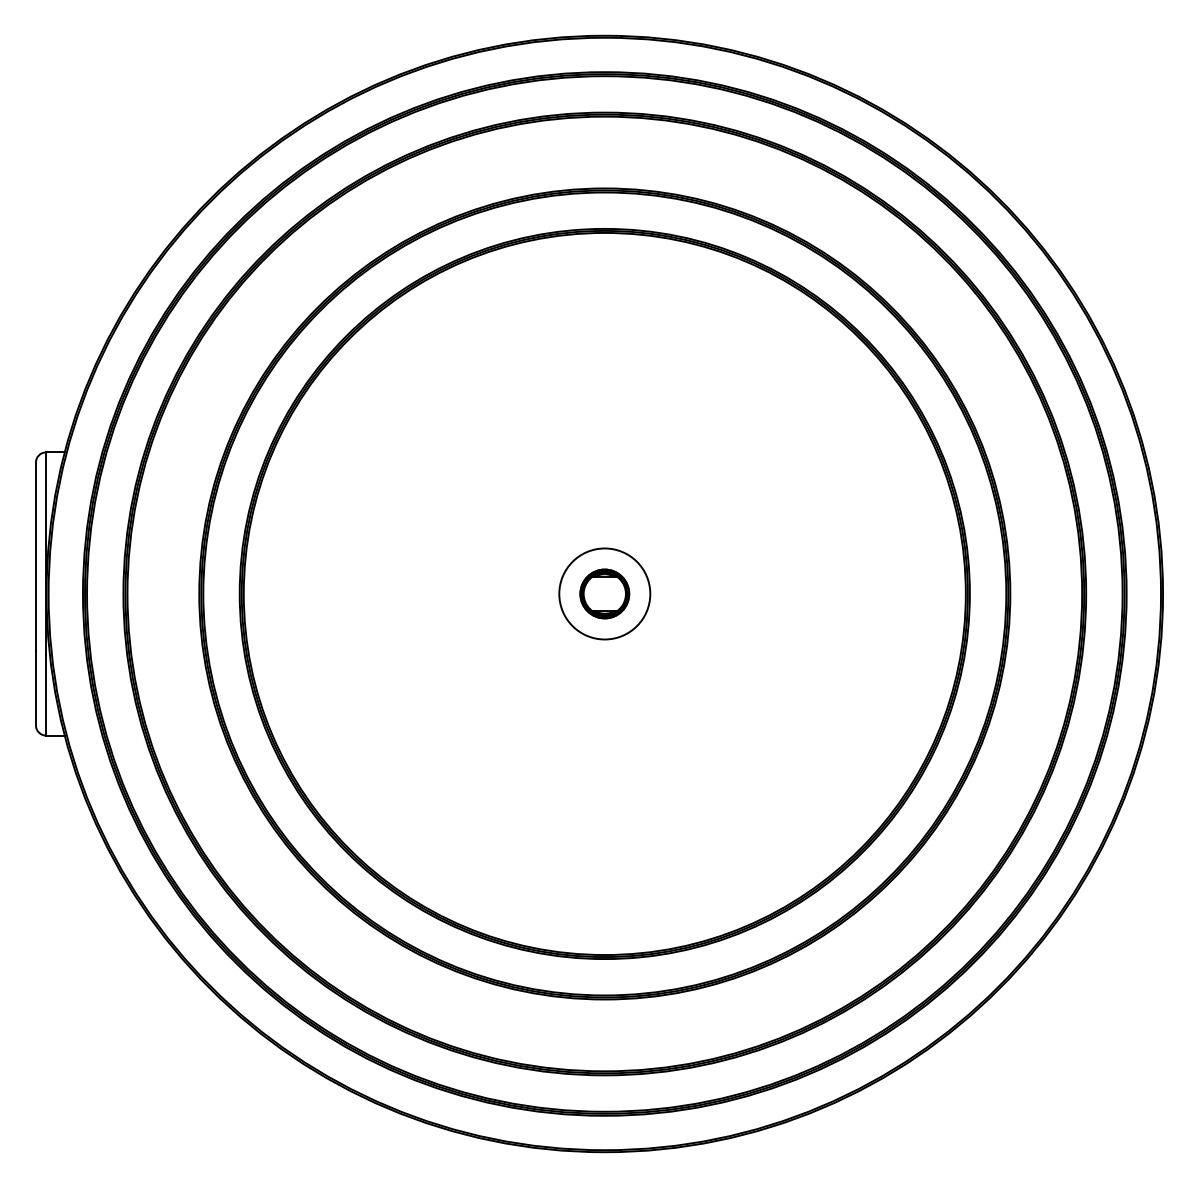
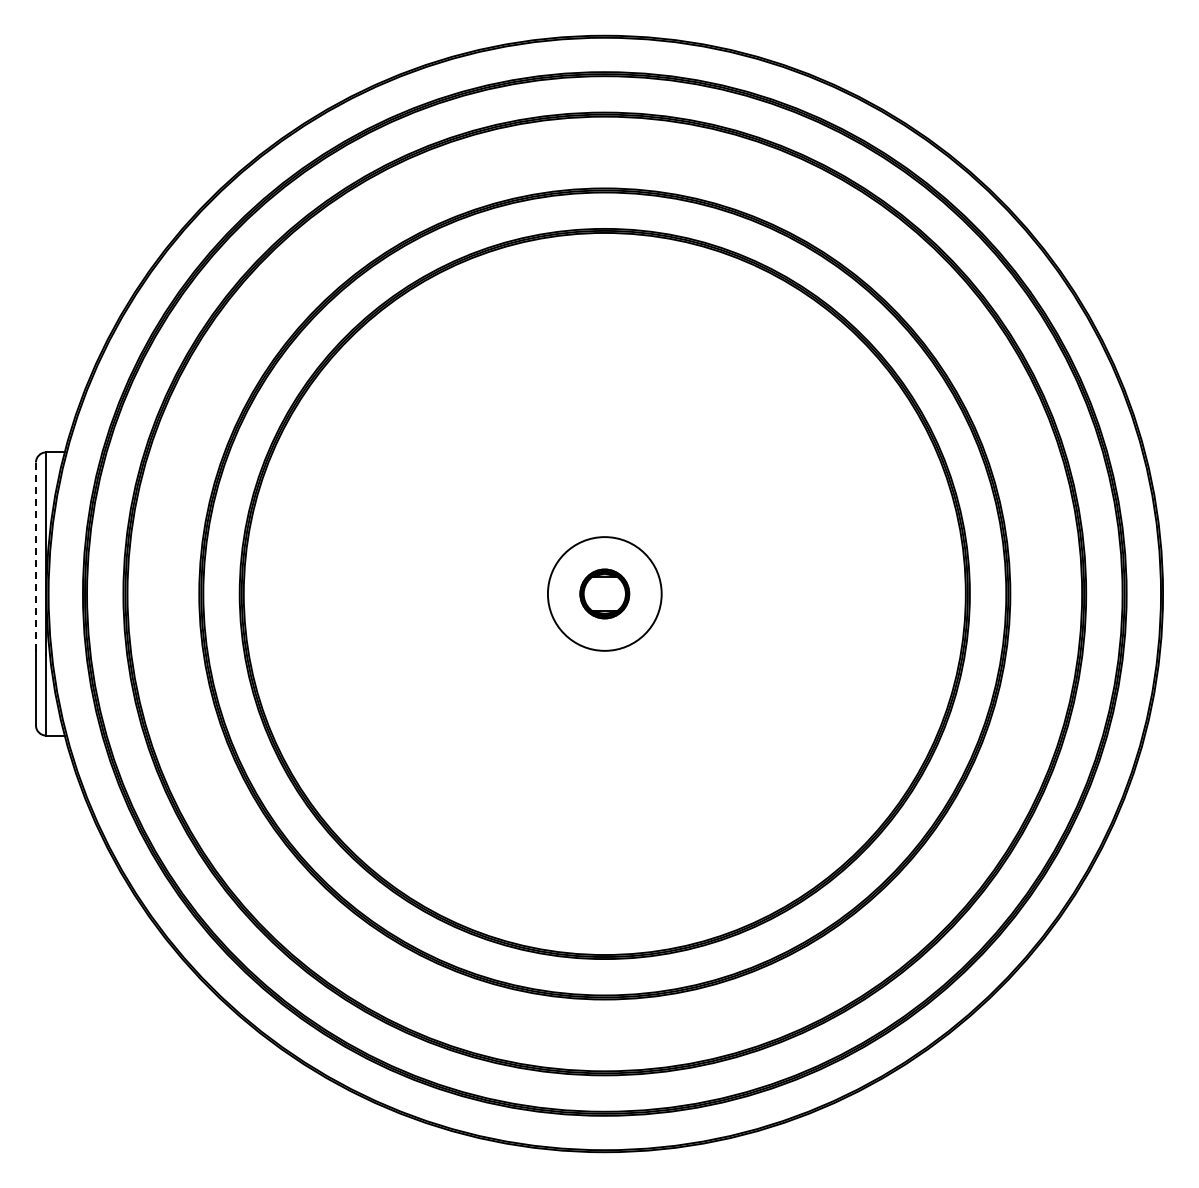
line at (35, 556): solid -> dashed
circle at (604, 593) diameter: 91 px -> 114 px
